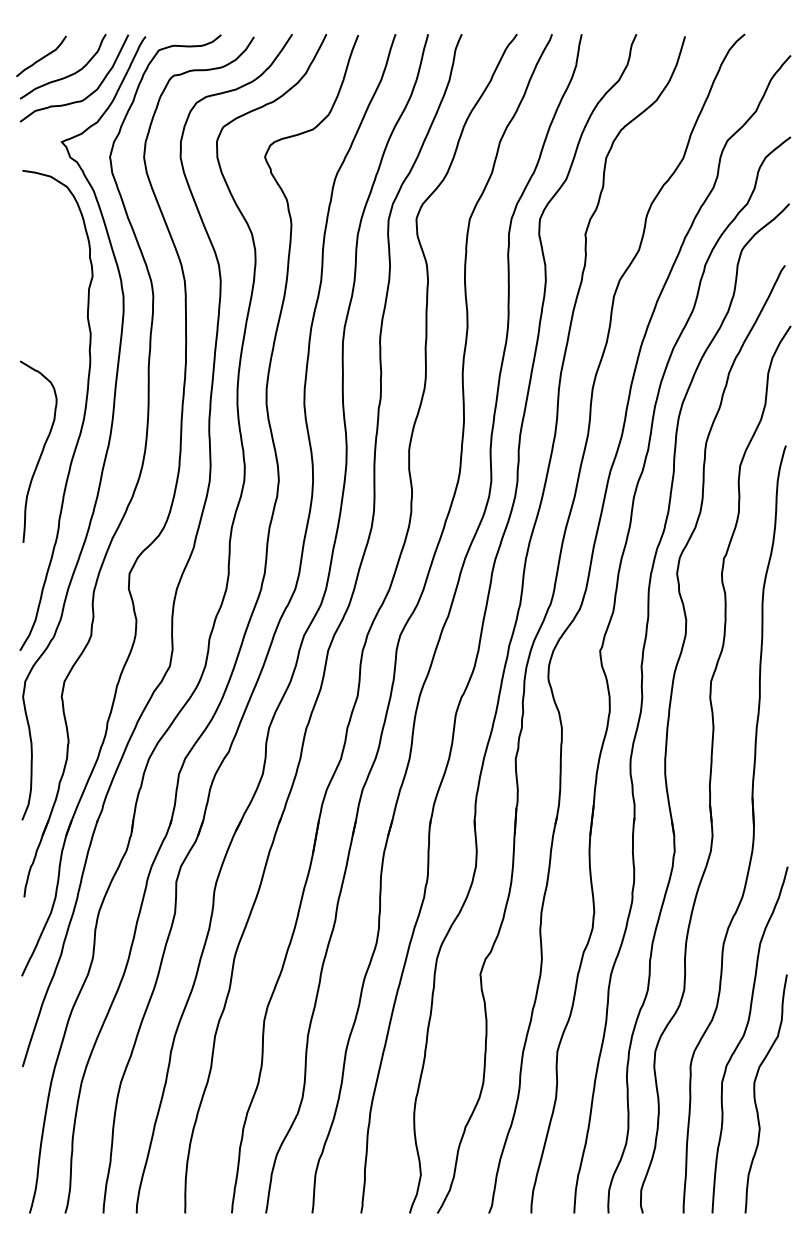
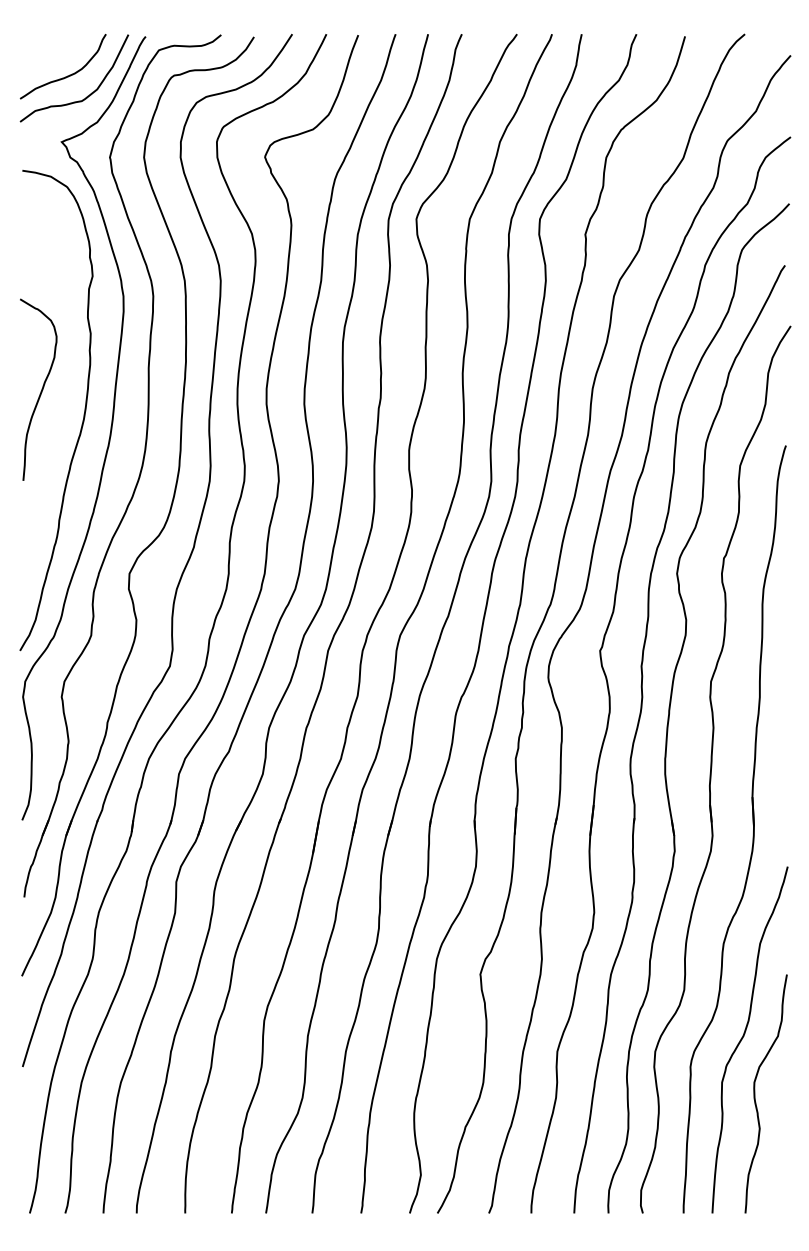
curve at (41, 57): present -> none
curve at (40, 453) position: (40, 453) -> (40, 391)
